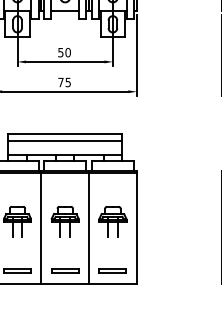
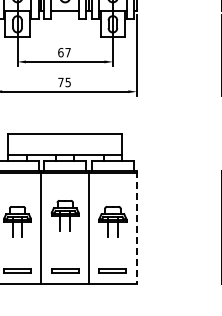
text at (64, 52): 50 -> 67
line at (65, 141): present -> none
part at (64, 221) position: (64, 221) -> (64, 215)
line at (136, 228): solid -> dashed
